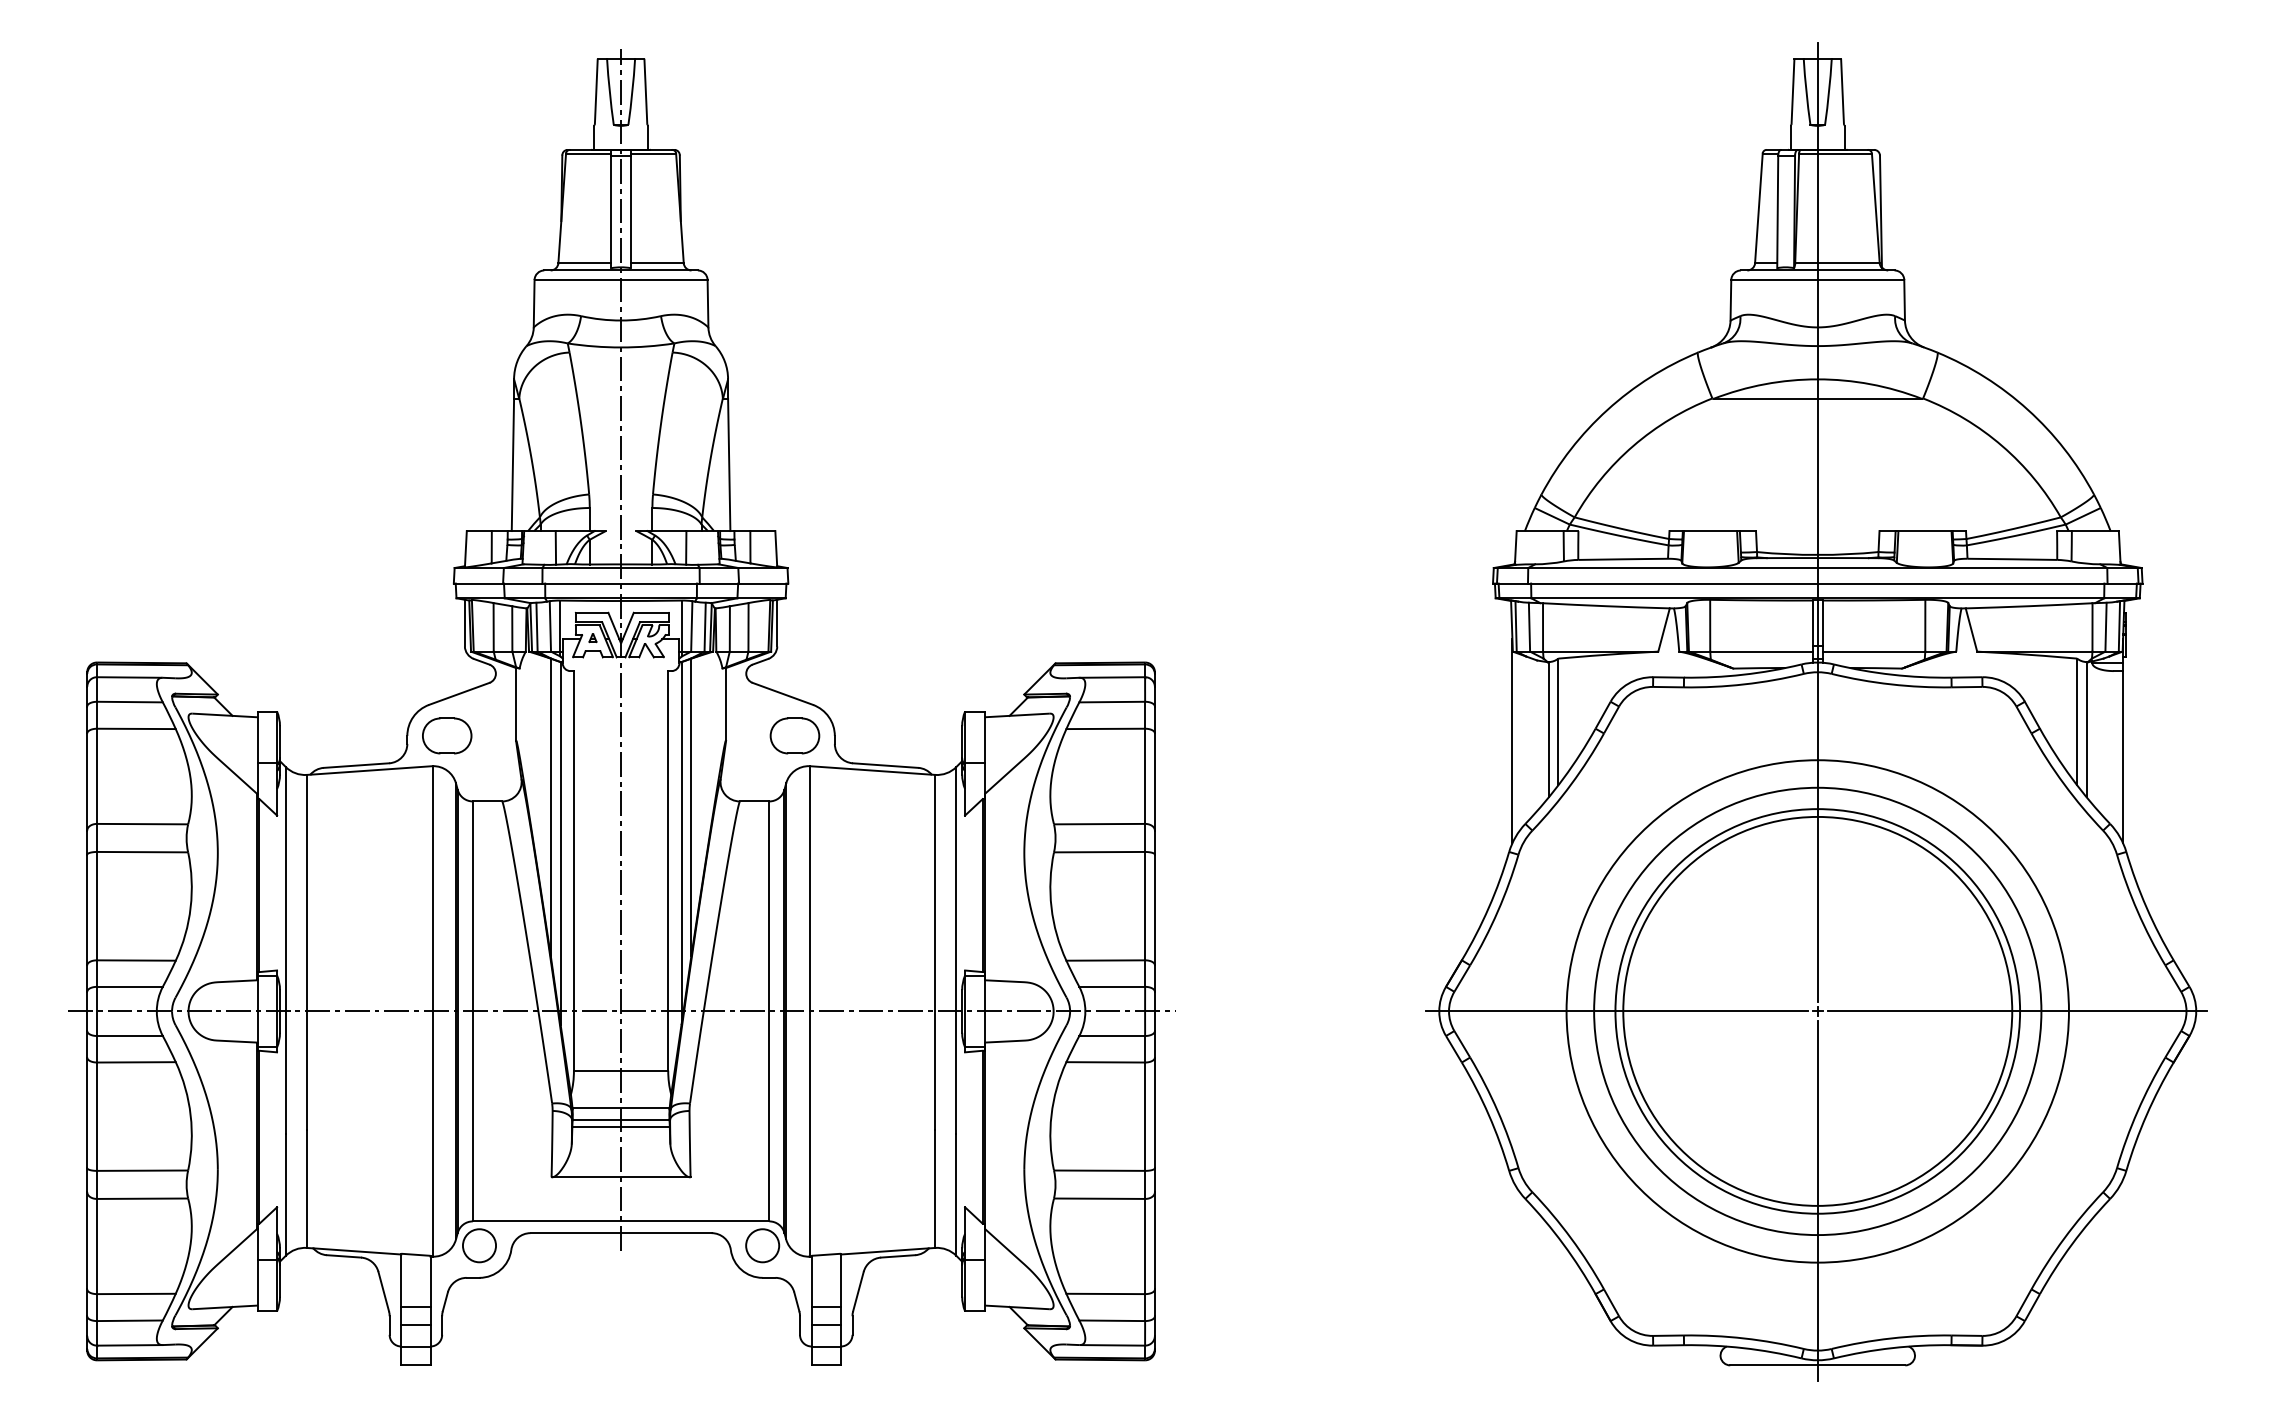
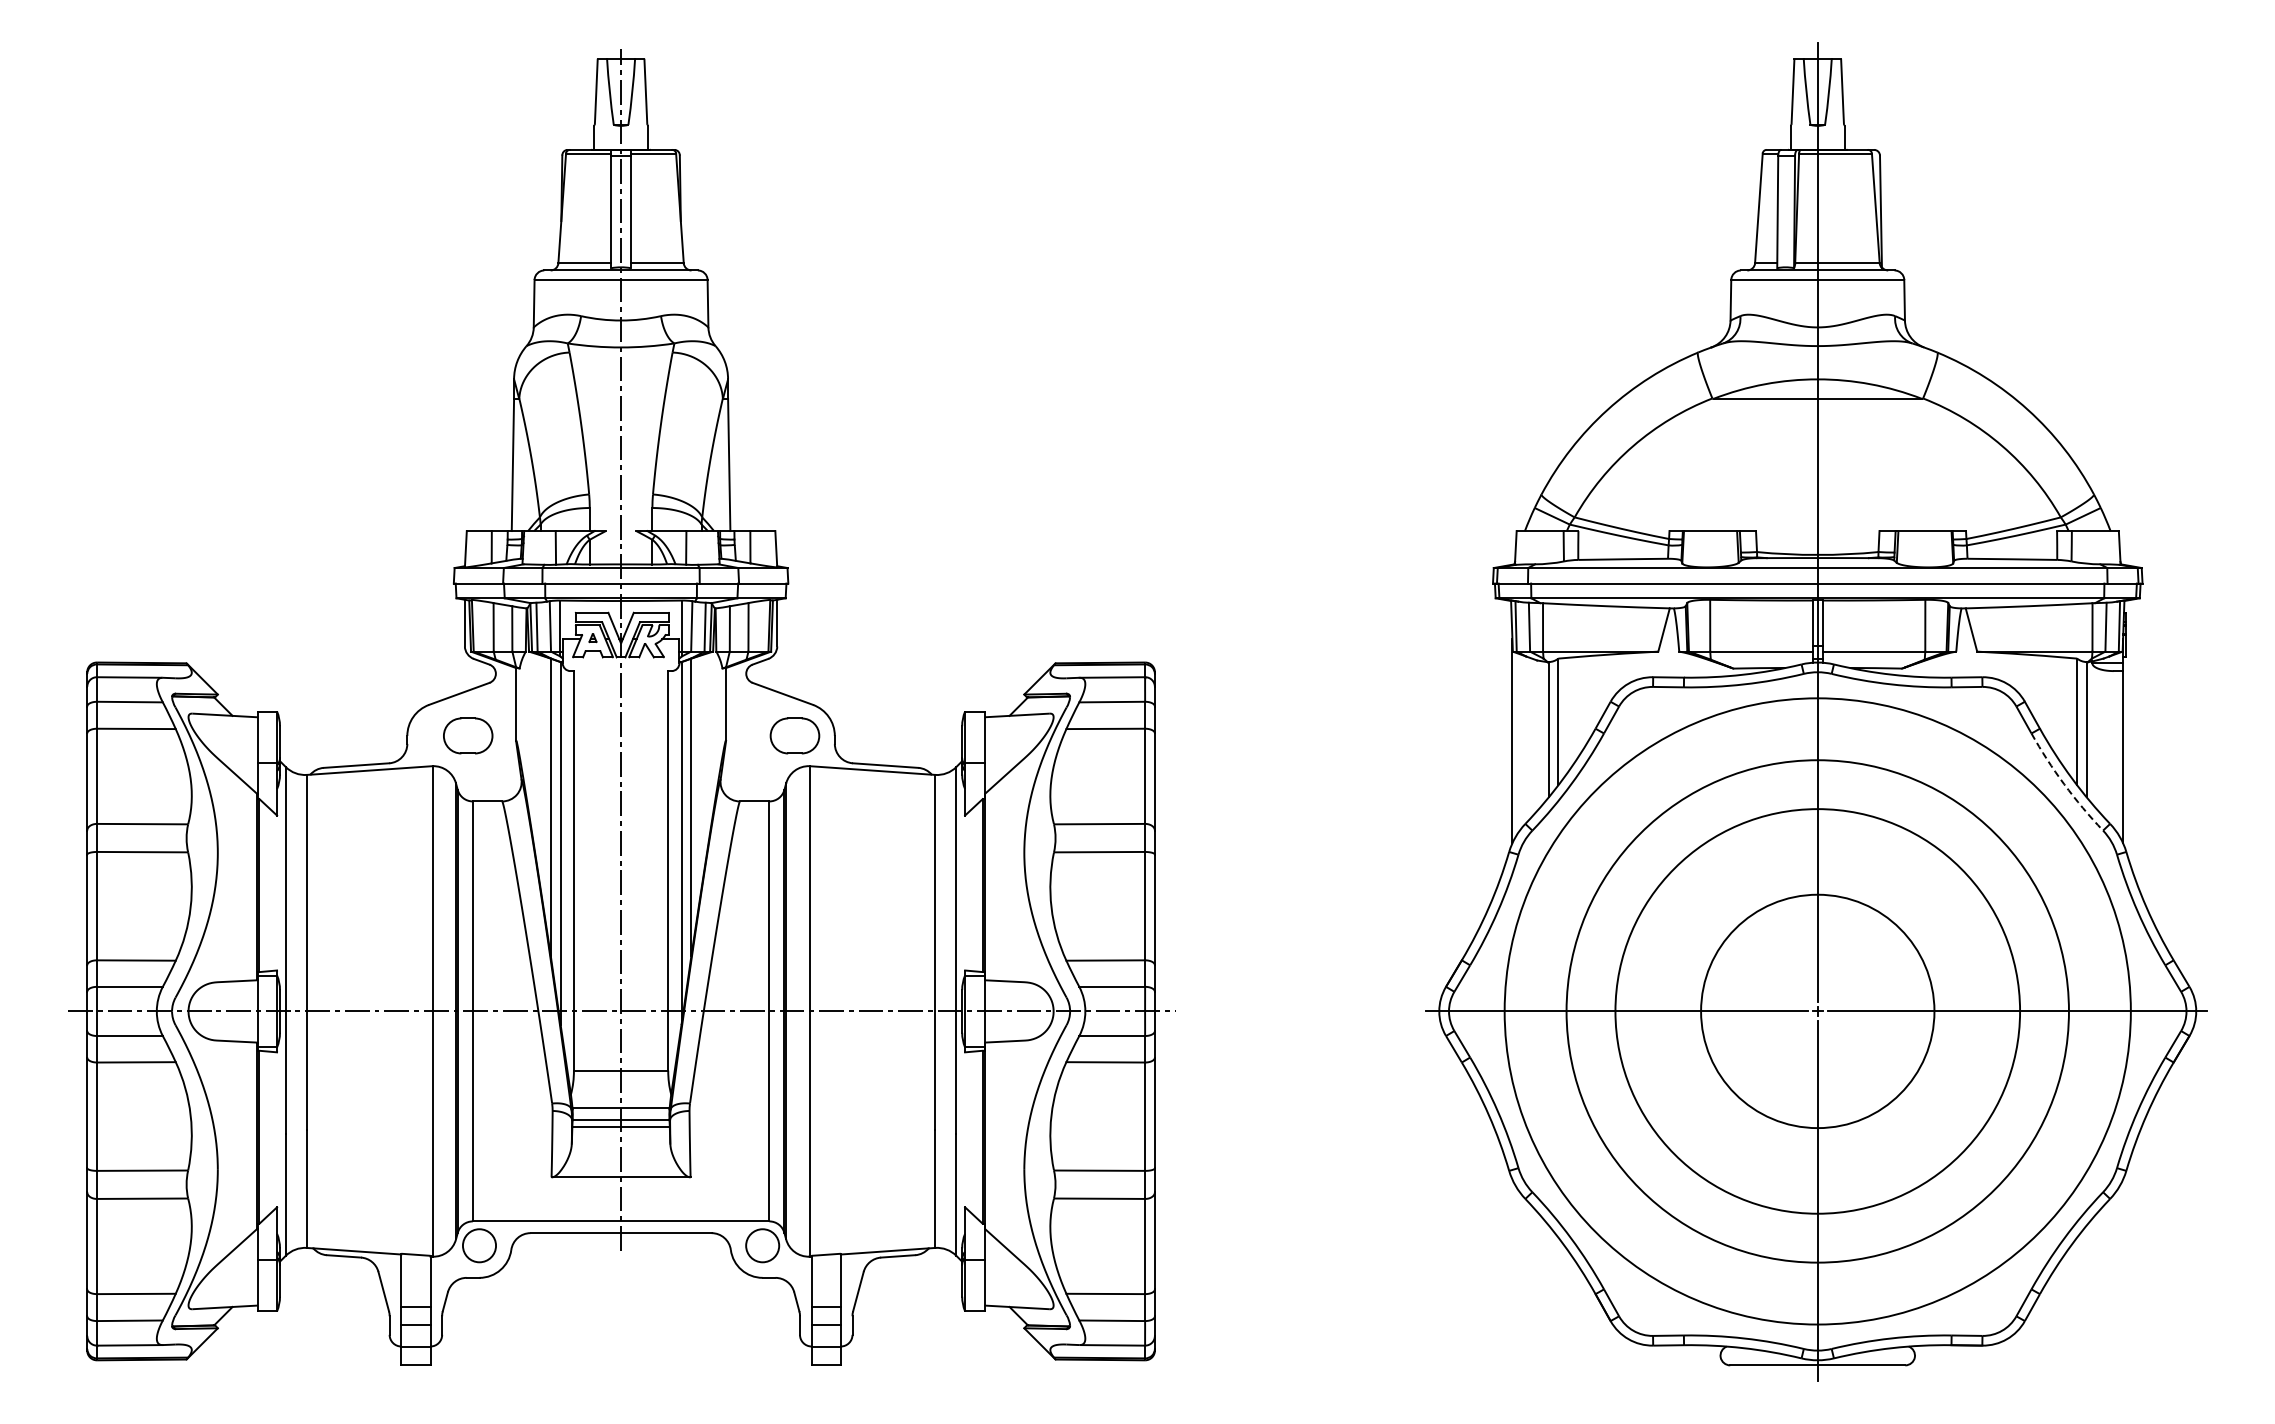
part at (447, 735) position: (447, 735) -> (468, 735)
arc at (2064, 784): solid -> dashed
circle at (1817, 1010) diameter: 389 px -> 233 px
circle at (1817, 1011) diameter: 447 px -> 626 px
